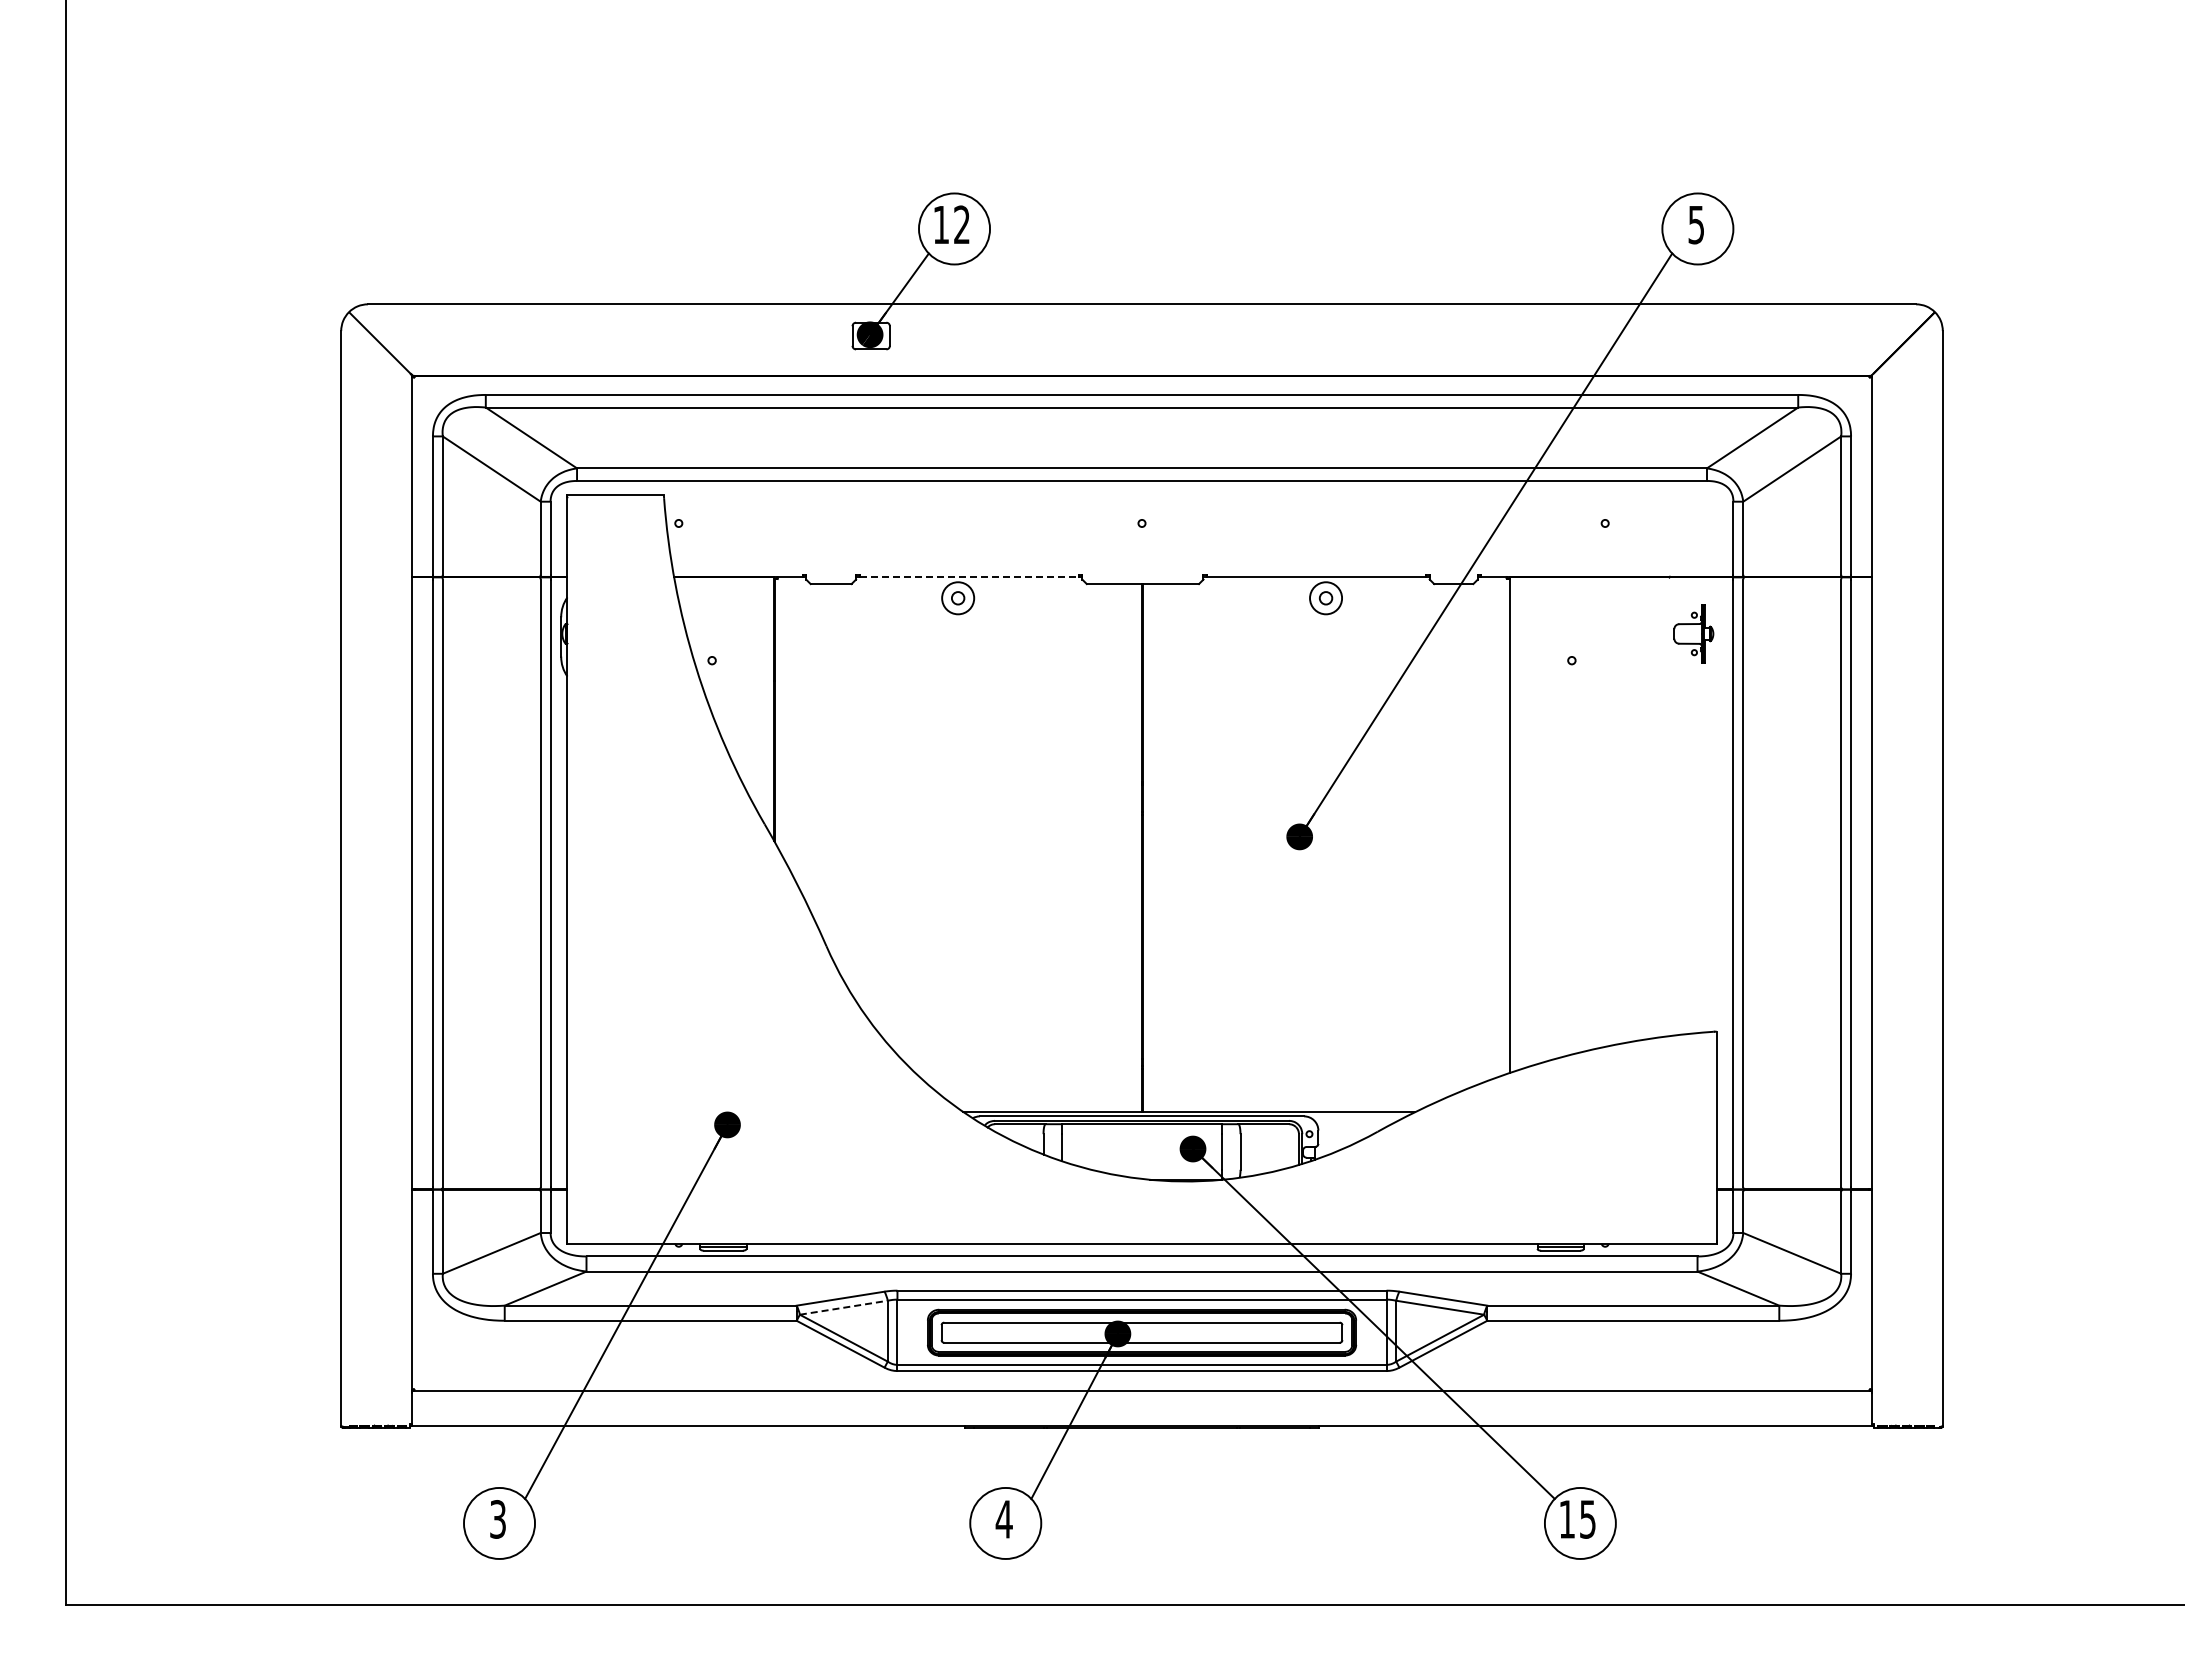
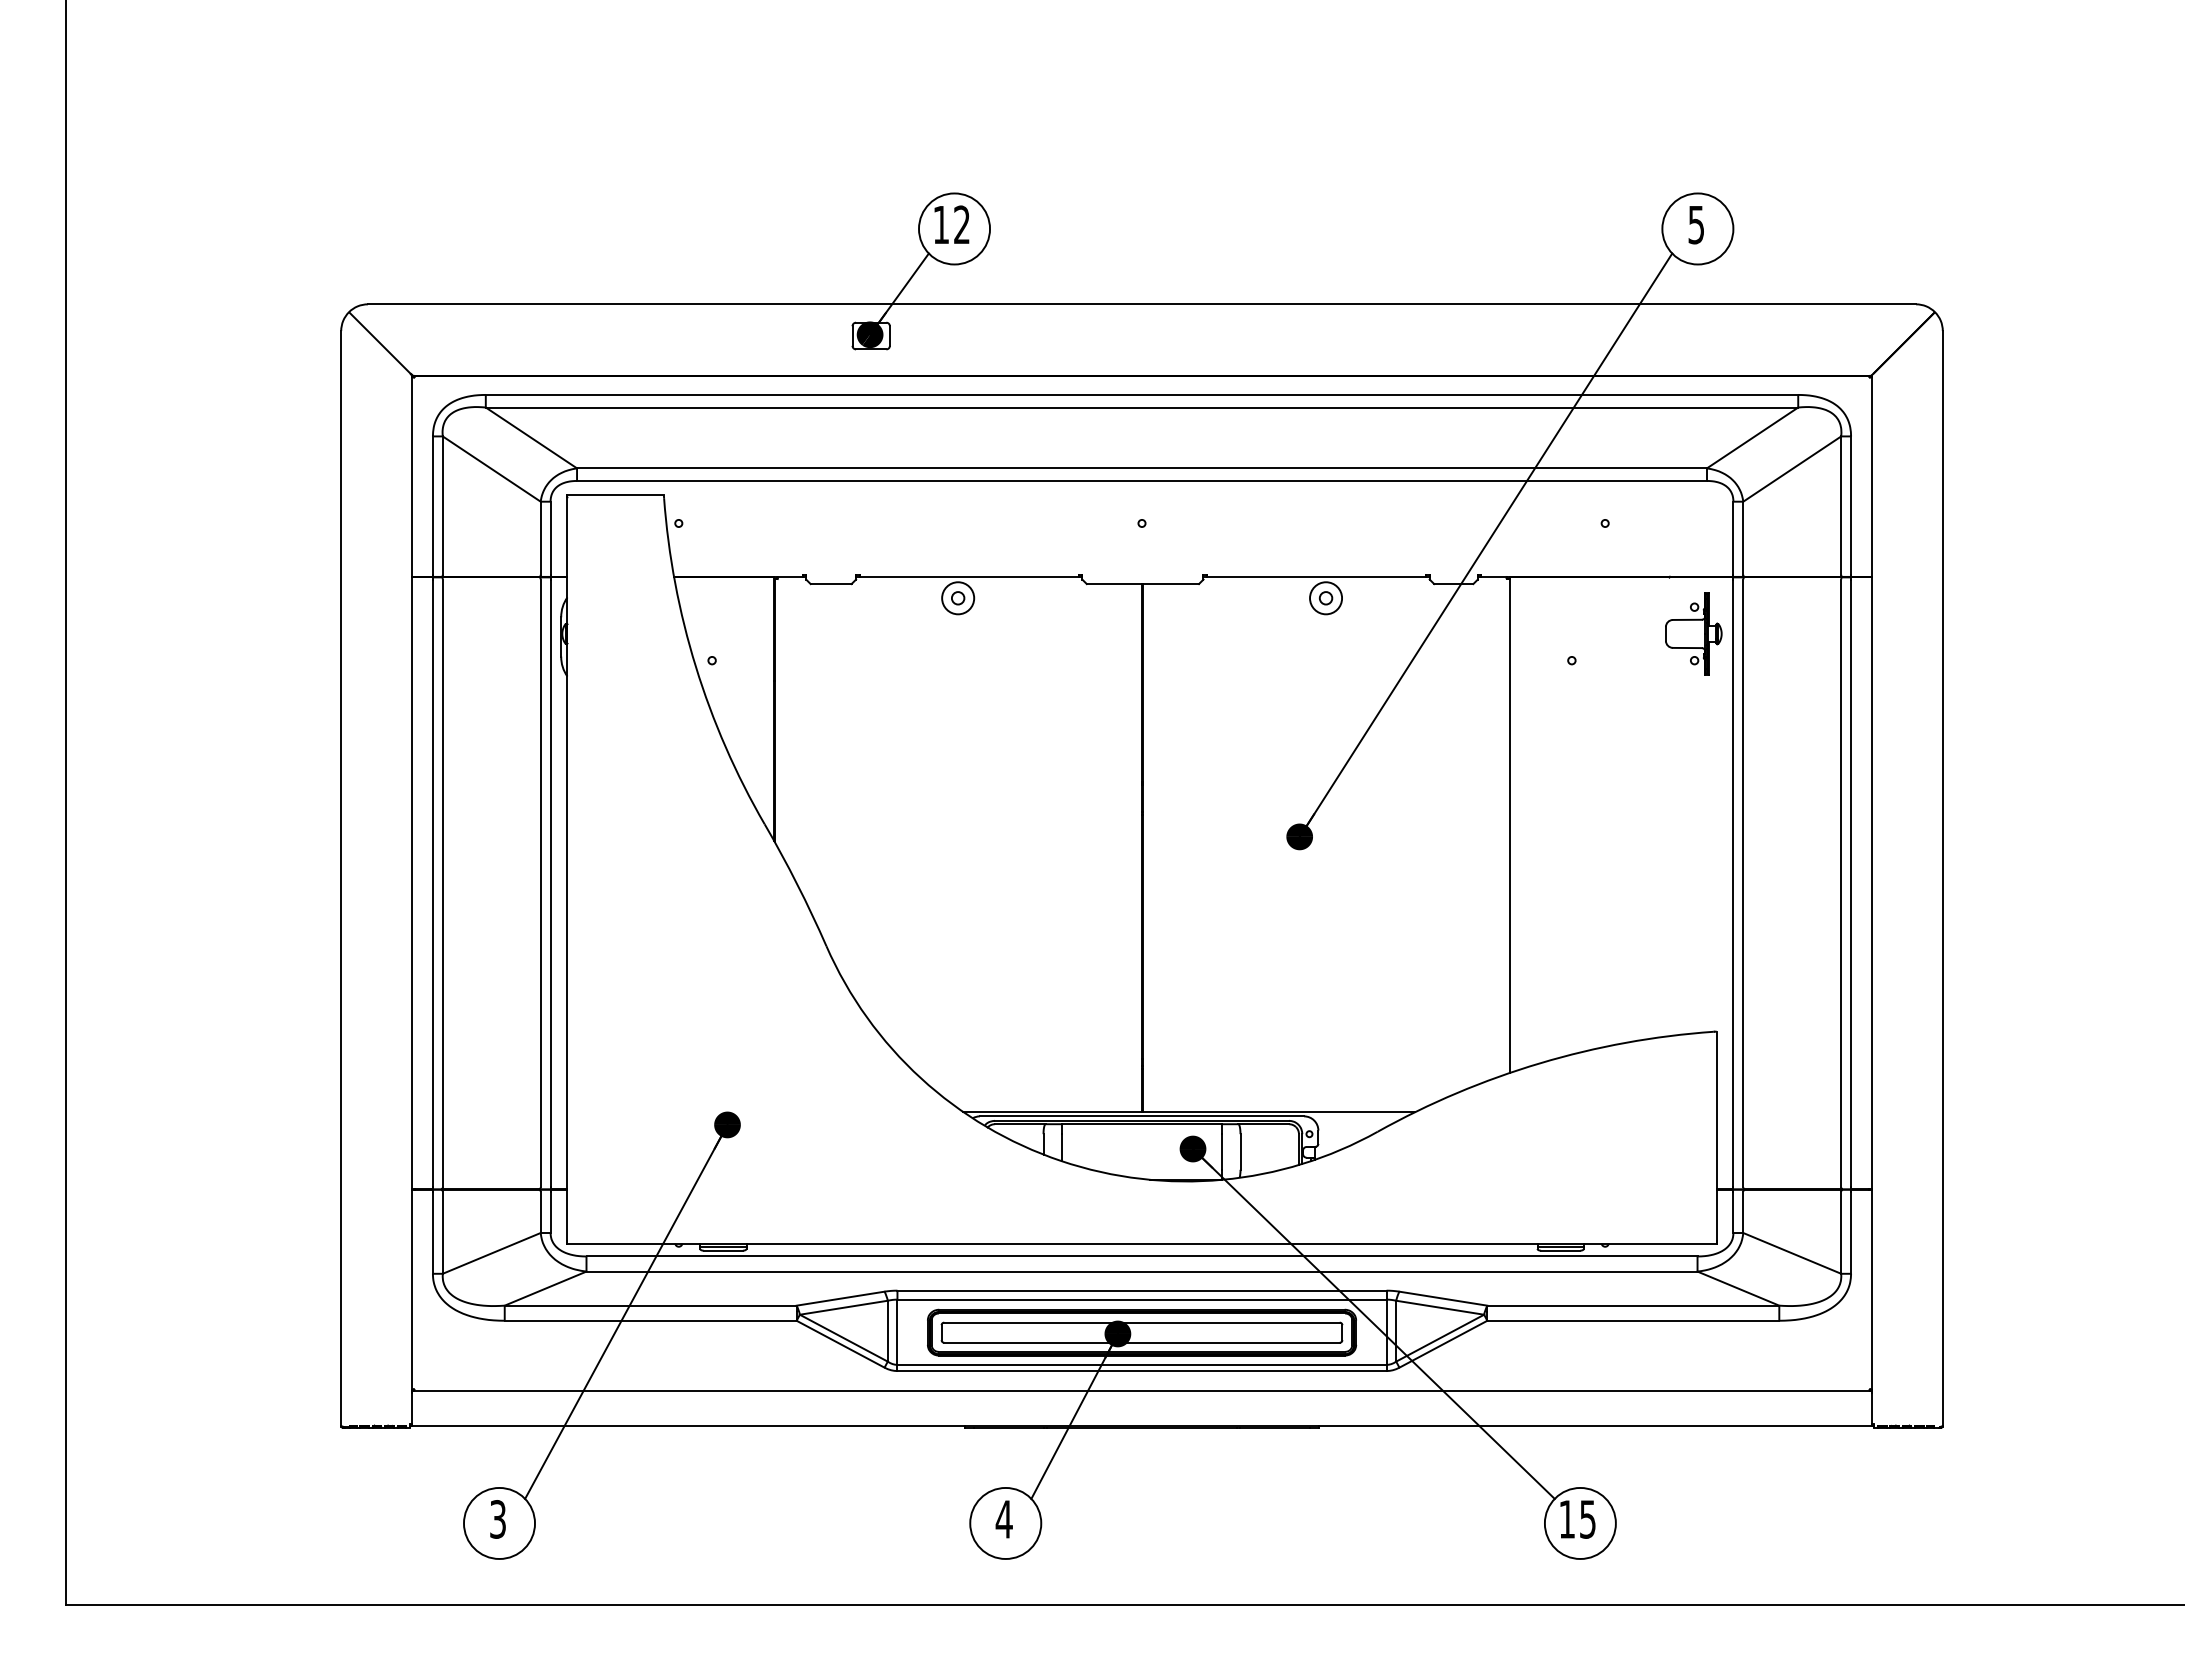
line at (969, 576): dashed -> solid
part at (1693, 633) size: 42x60 px -> 58x84 px
line at (843, 1307): dashed -> solid
